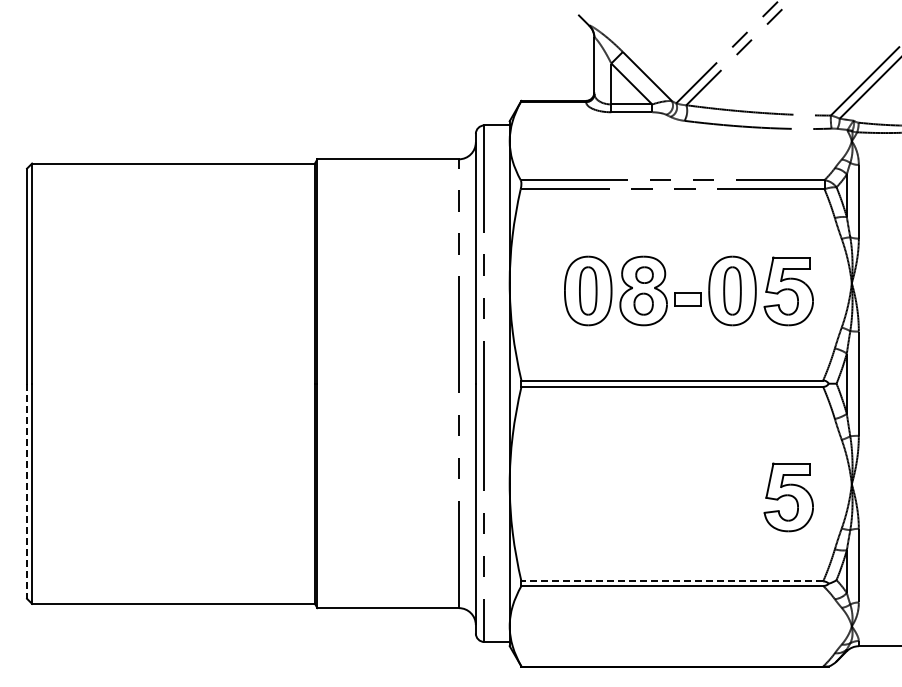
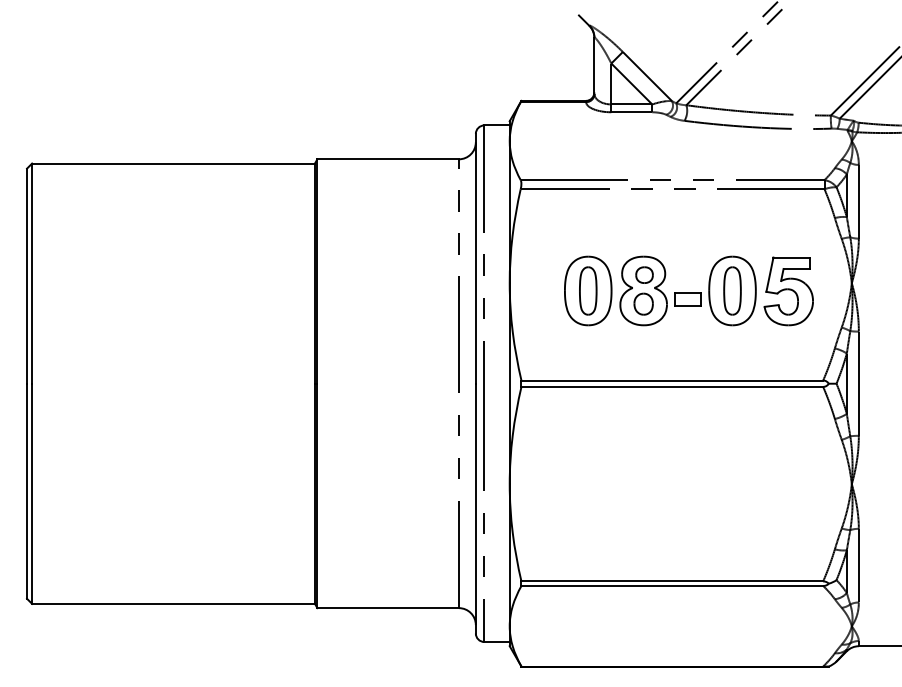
line at (27, 491): dashed -> solid
part at (788, 497): present -> none
line at (672, 581): dashed -> solid
